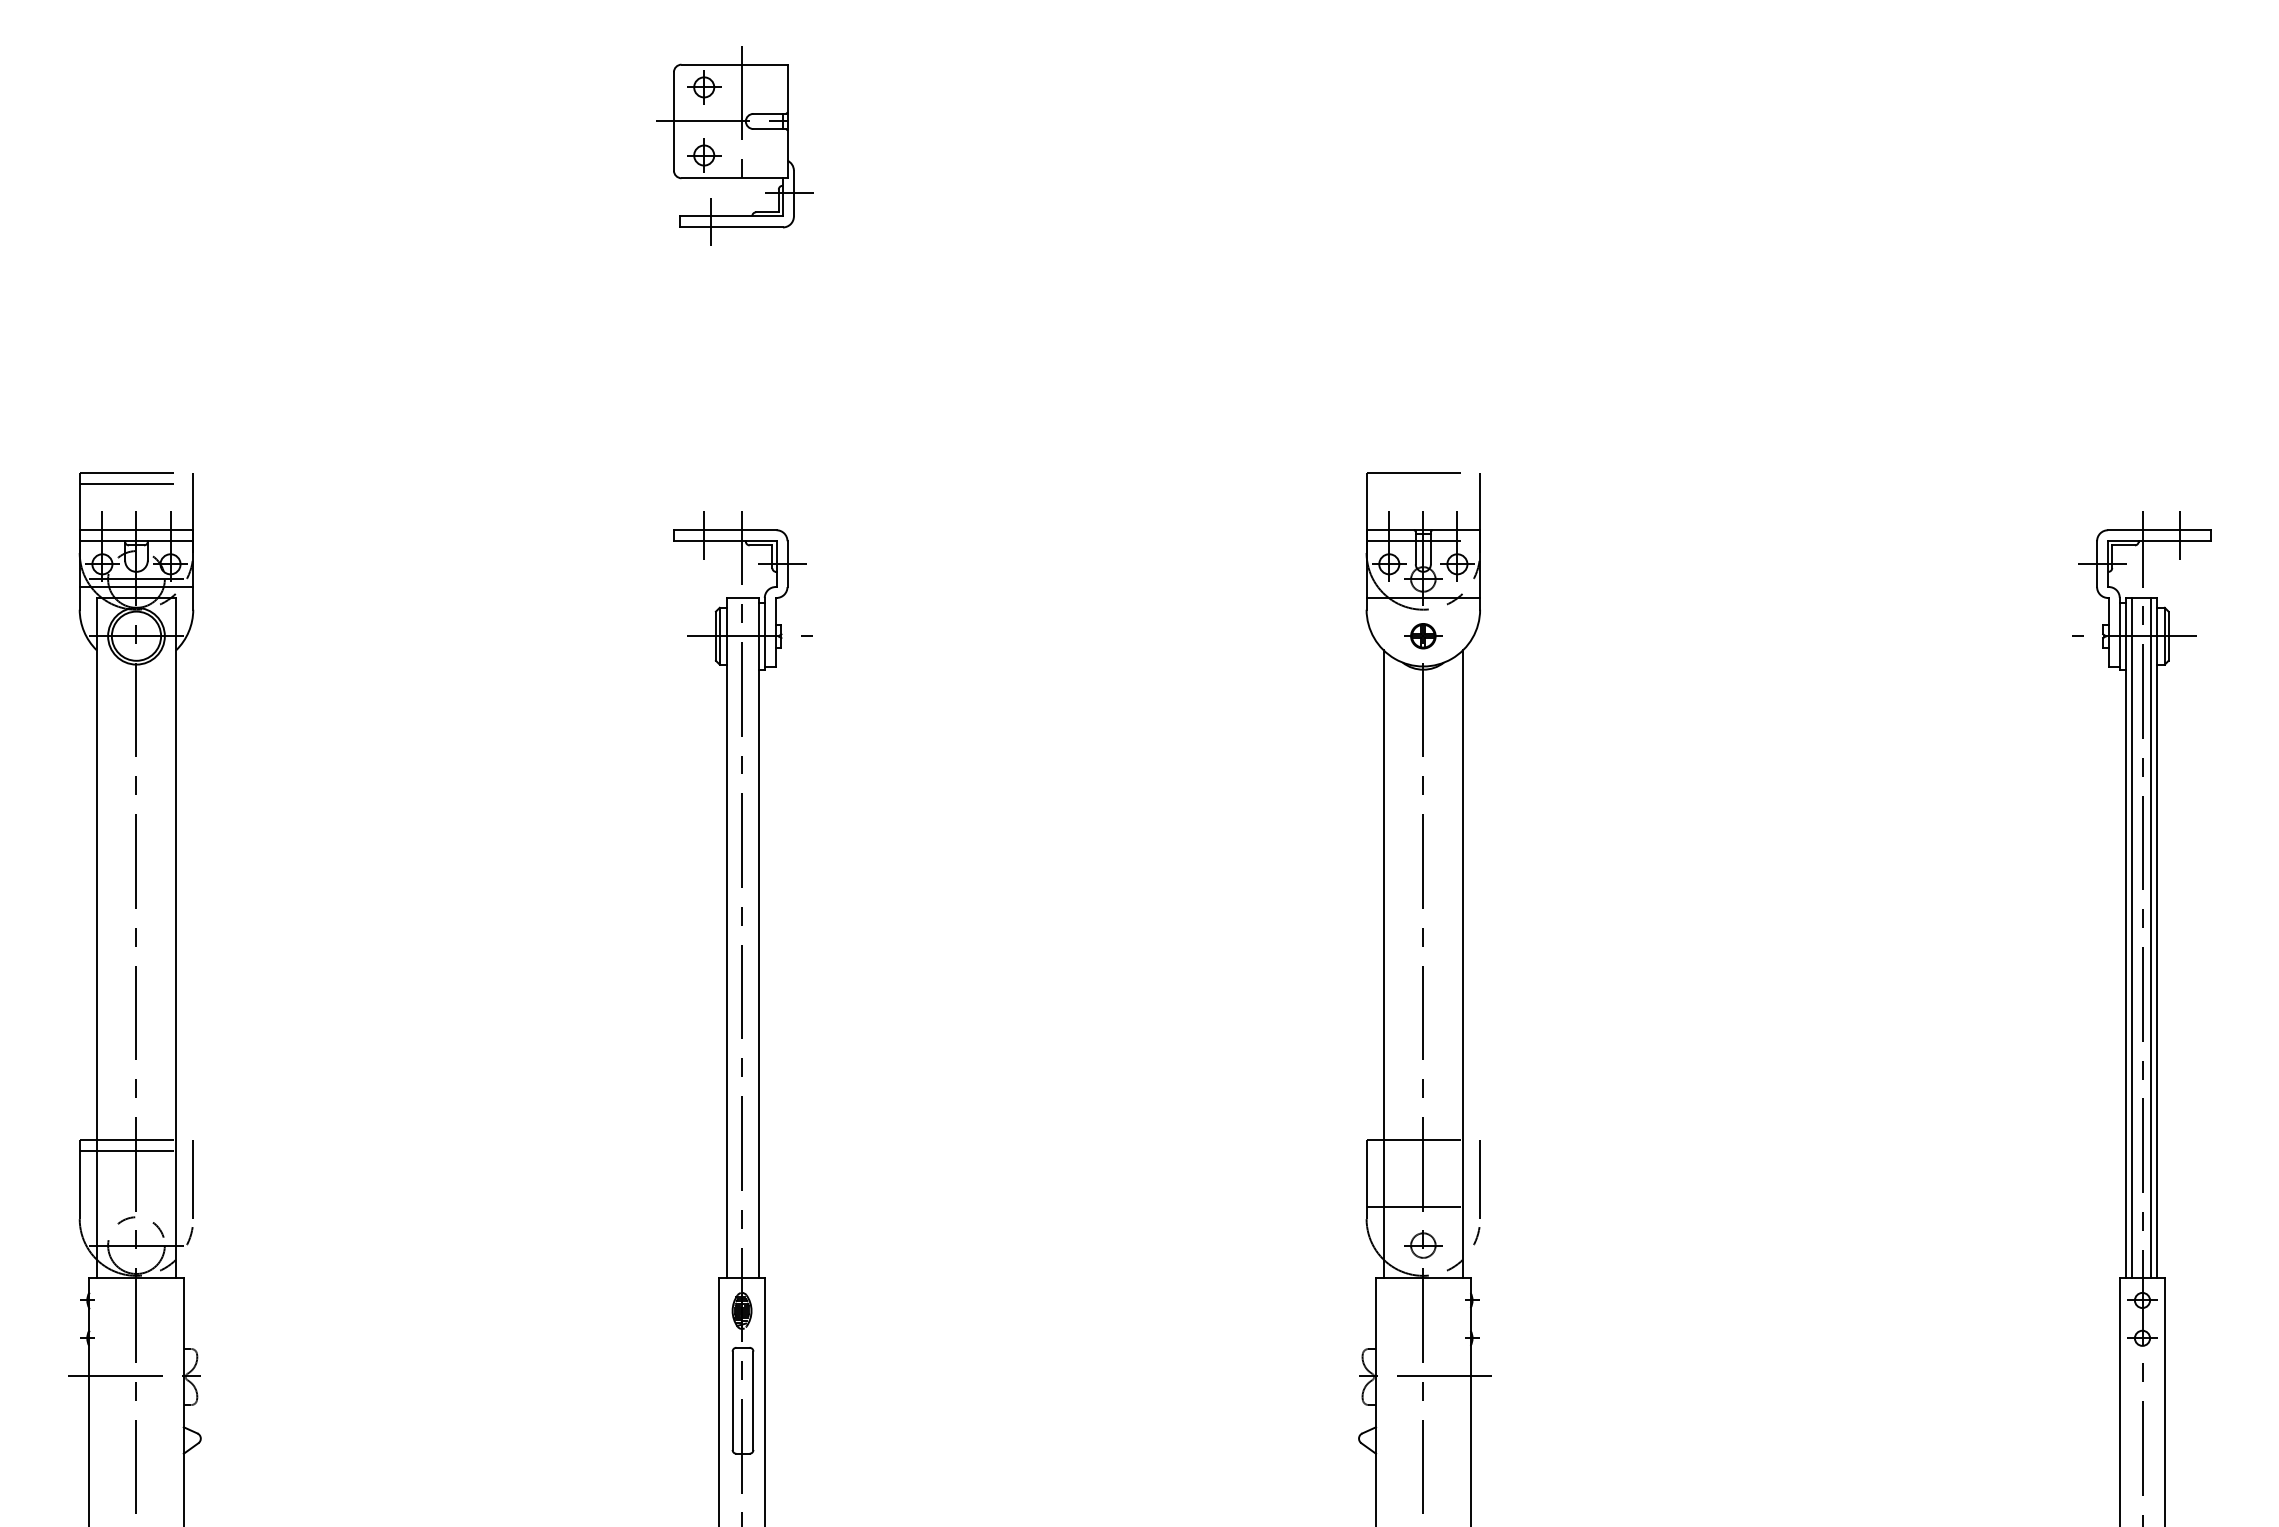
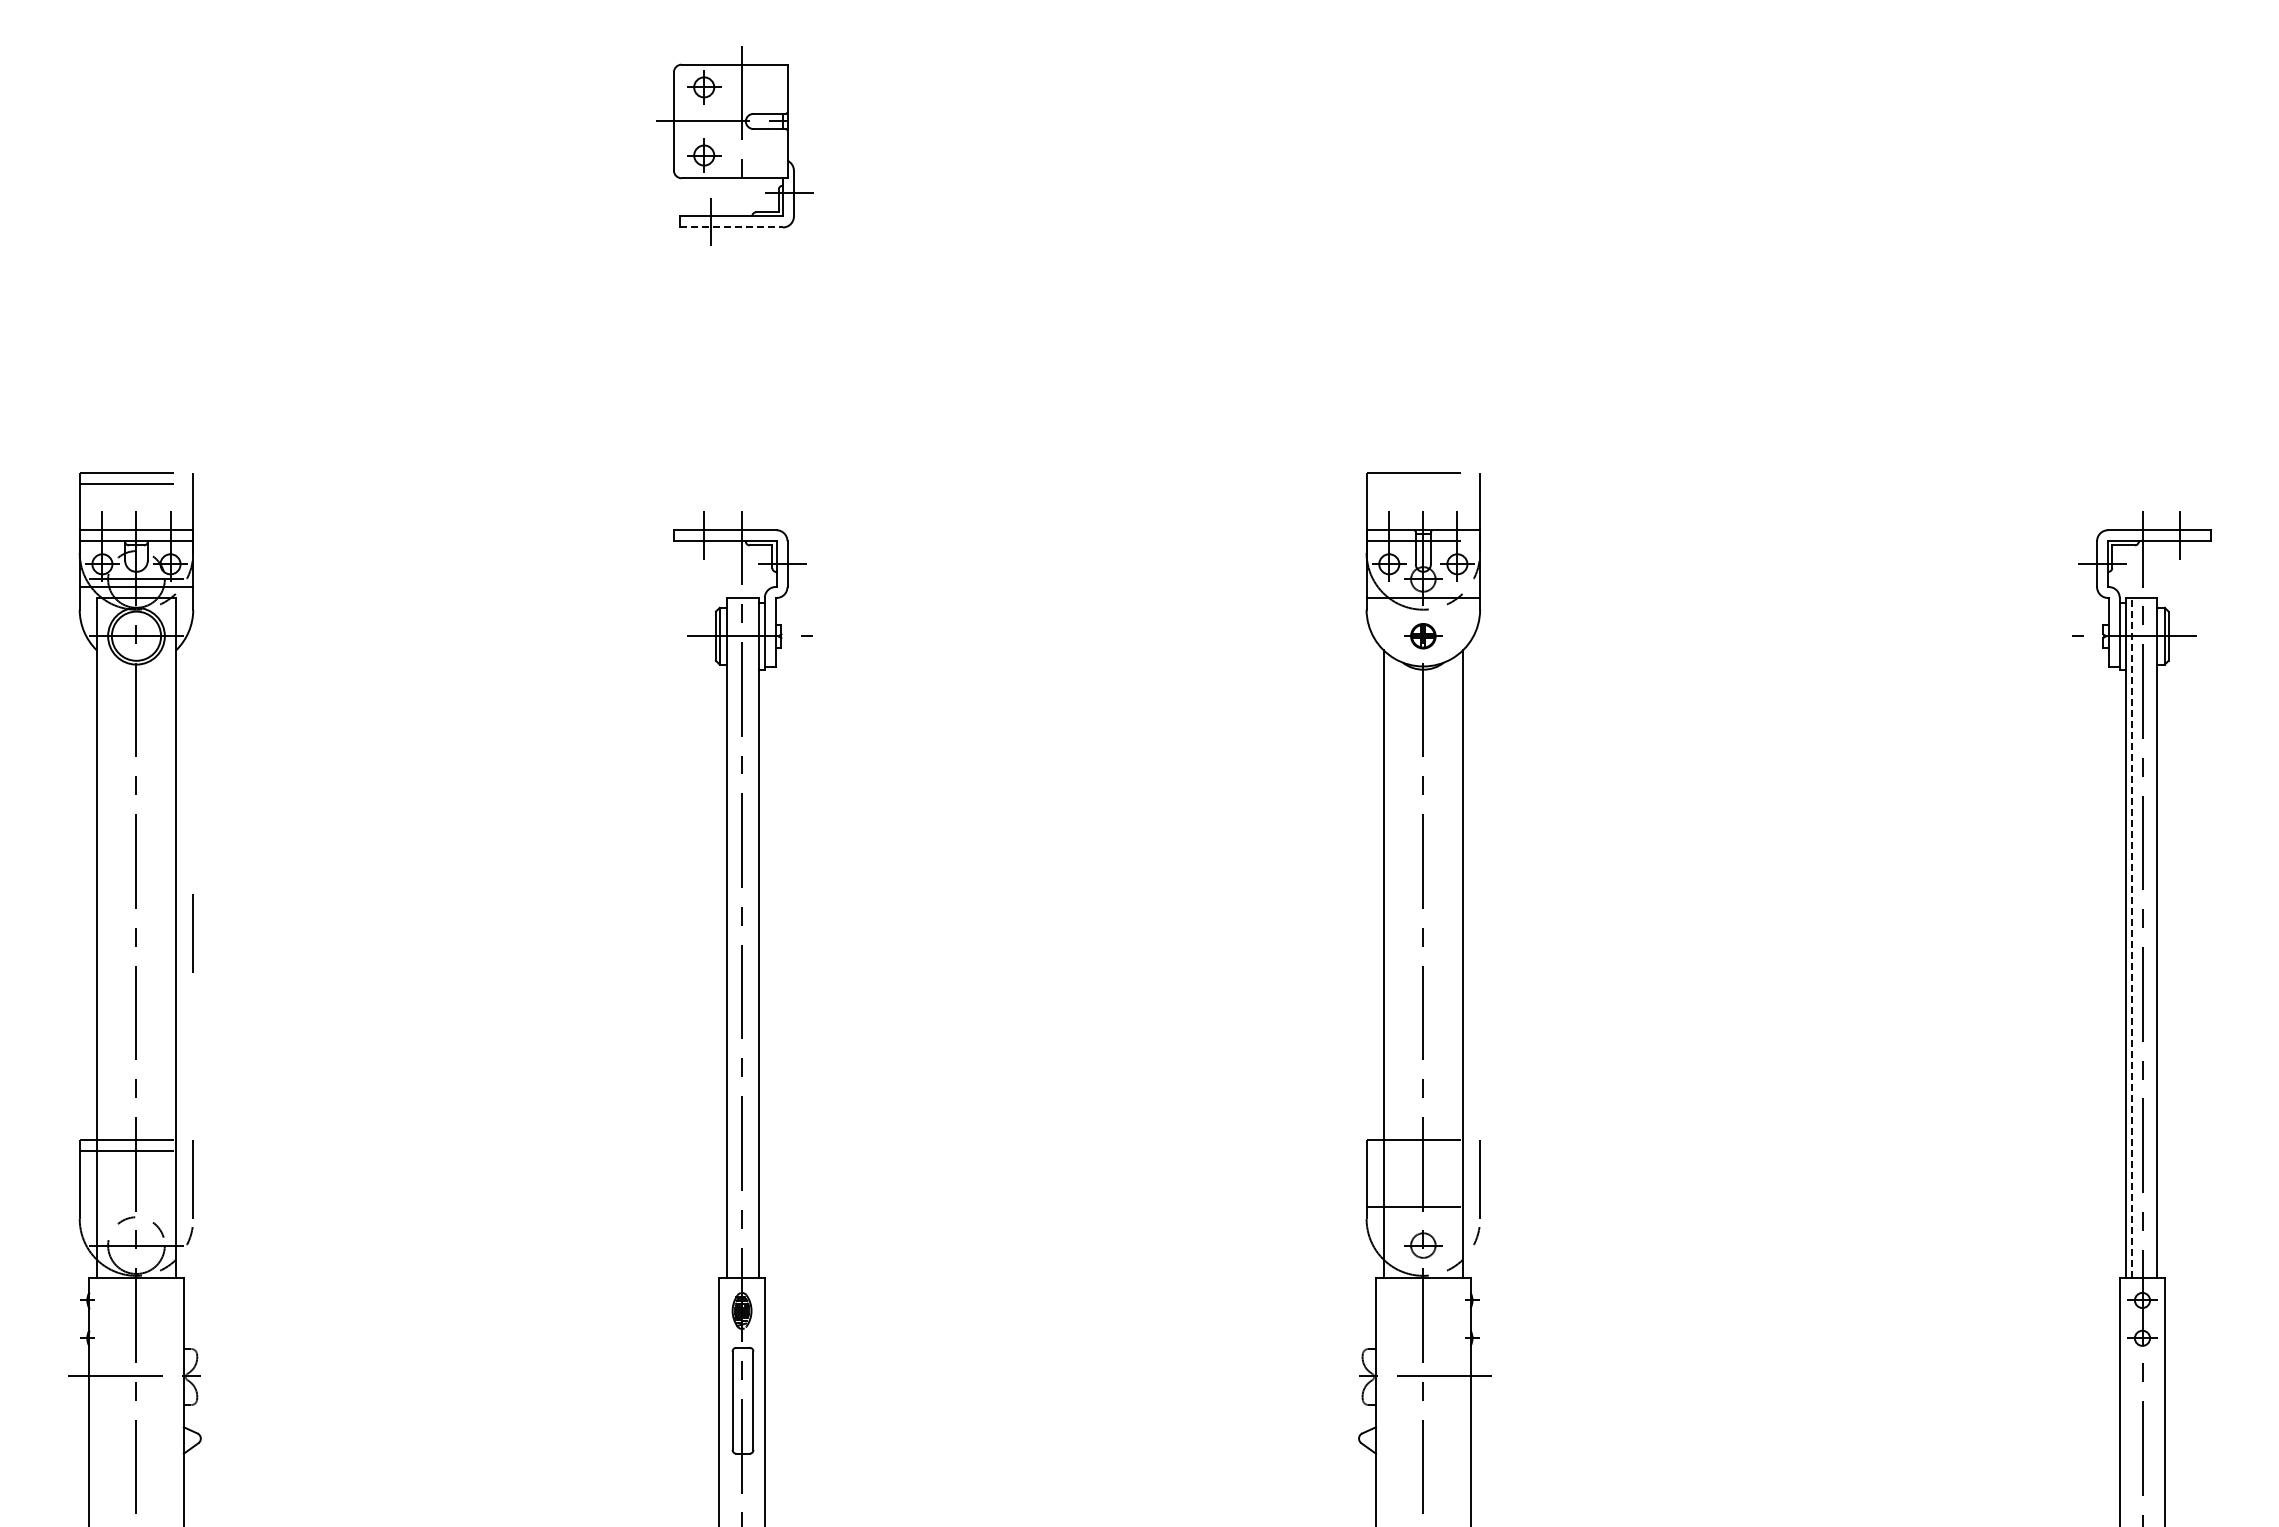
line at (732, 227): solid -> dashed
line at (192, 933): none -> present
line at (2151, 937): present -> none
line at (2131, 938): solid -> dashed
